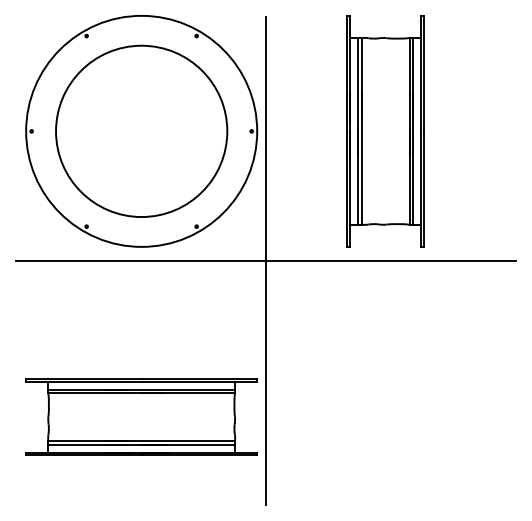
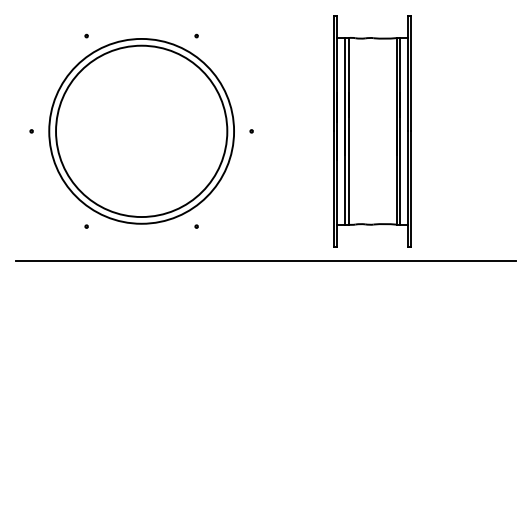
circle at (141, 130) diameter: 231 px -> 185 px
part at (385, 131) position: (385, 131) -> (372, 131)
line at (265, 260): present -> none
part at (141, 416): present -> none
